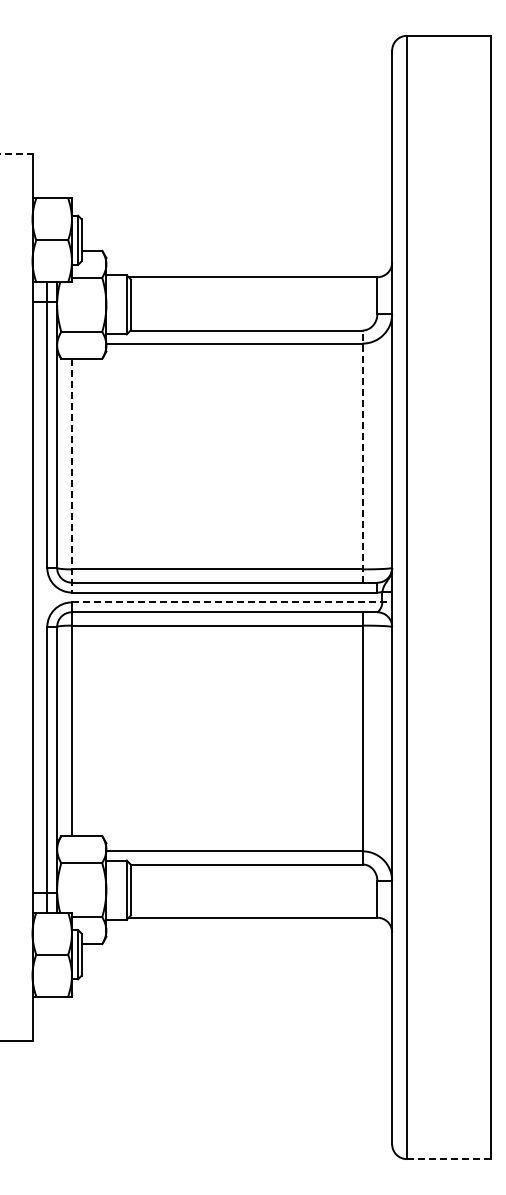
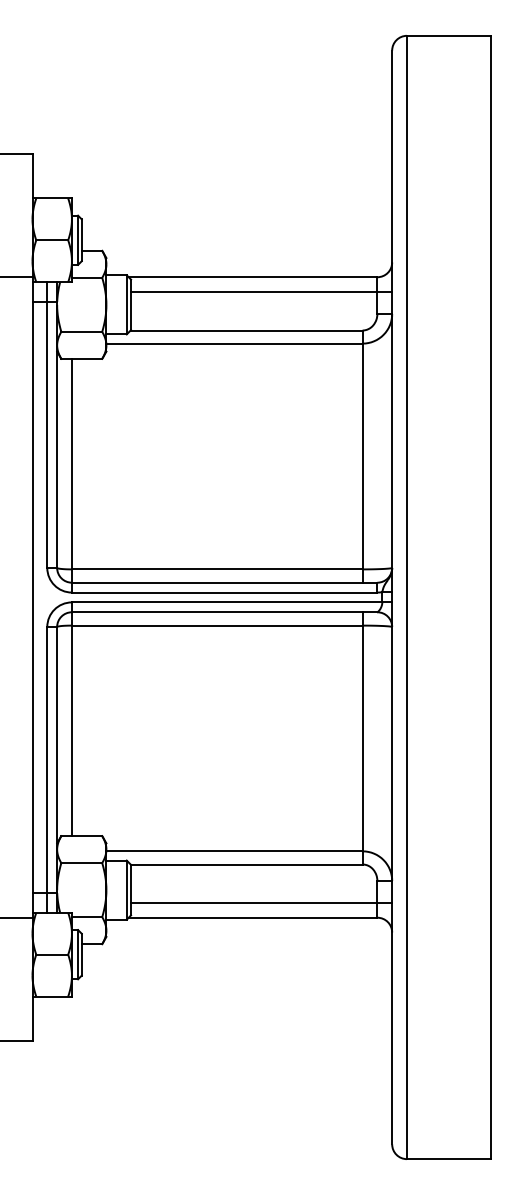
line at (16, 154): dashed -> solid
line at (17, 277): none -> present
line at (261, 292): none -> present
line at (362, 456): dashed -> solid
line at (71, 475): dashed -> solid
line at (232, 602): dashed -> solid
line at (261, 902): none -> present
line at (17, 917): none -> present
line at (448, 1159): dashed -> solid
